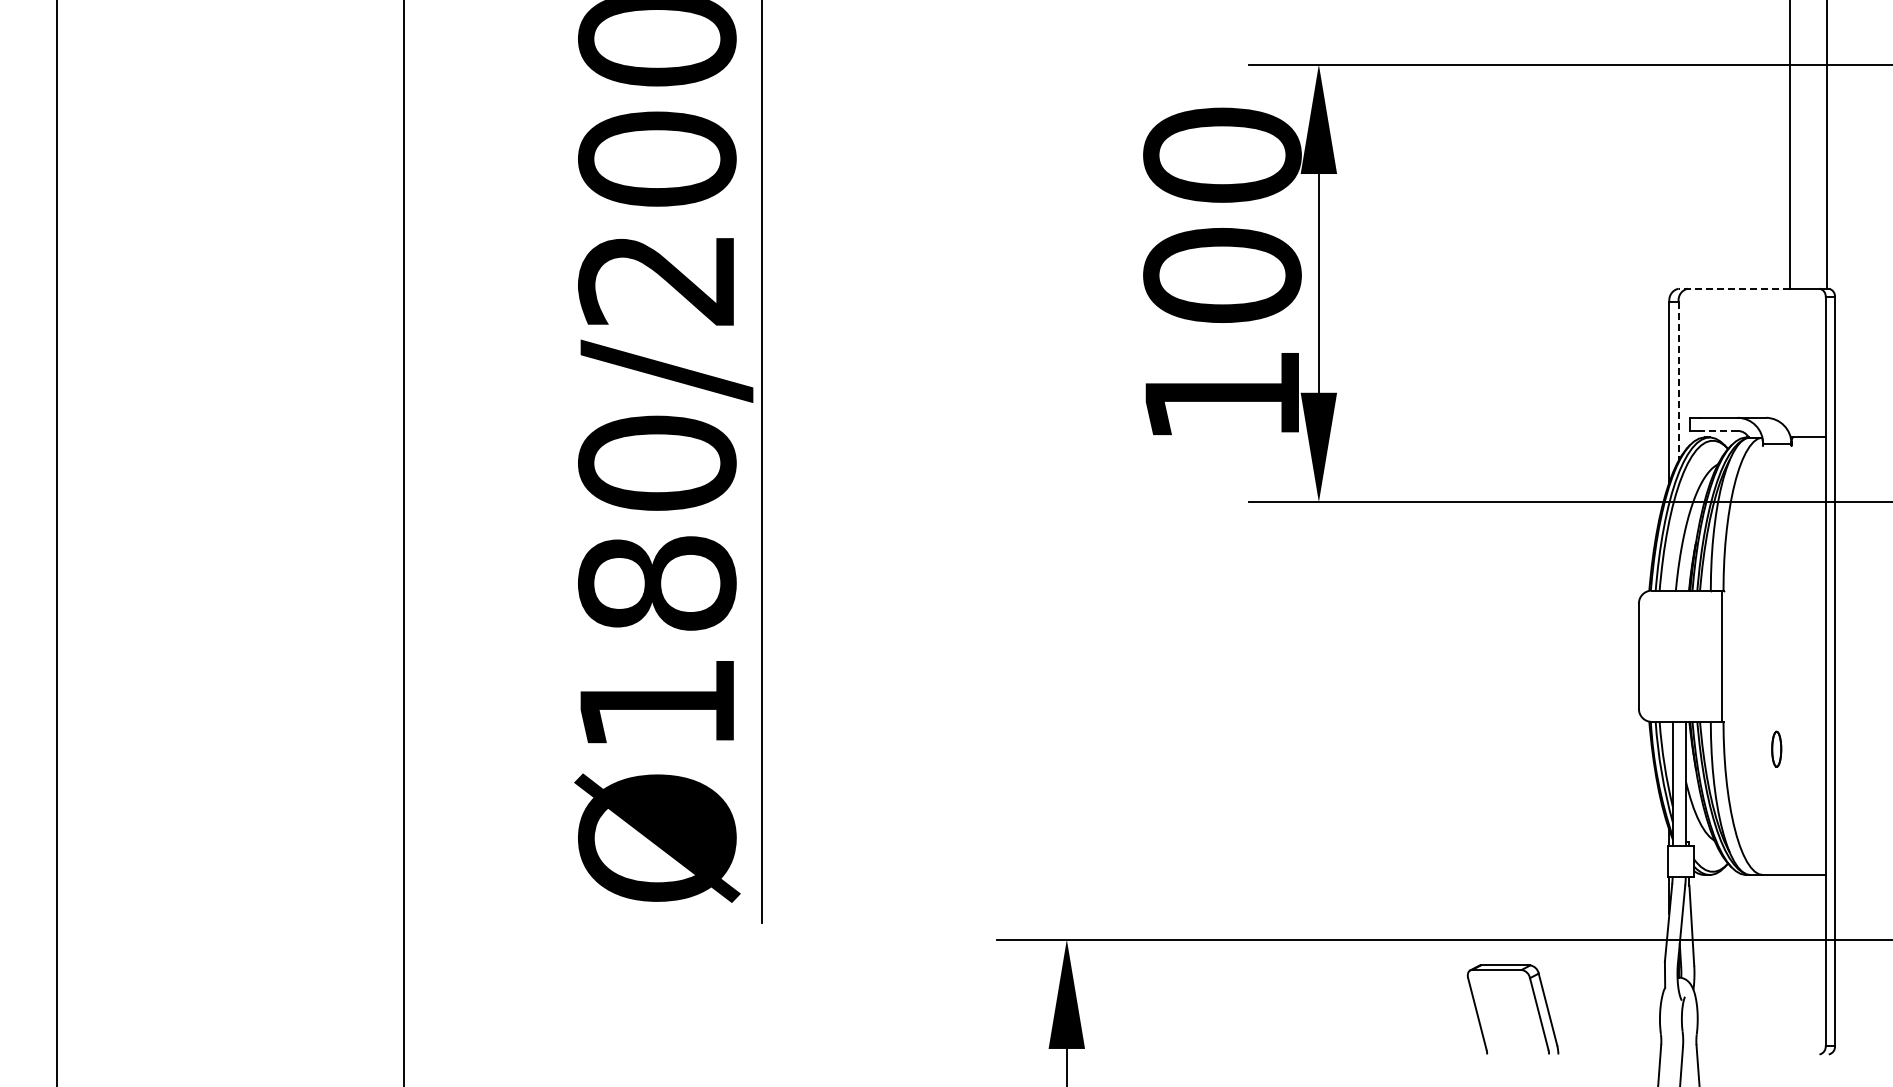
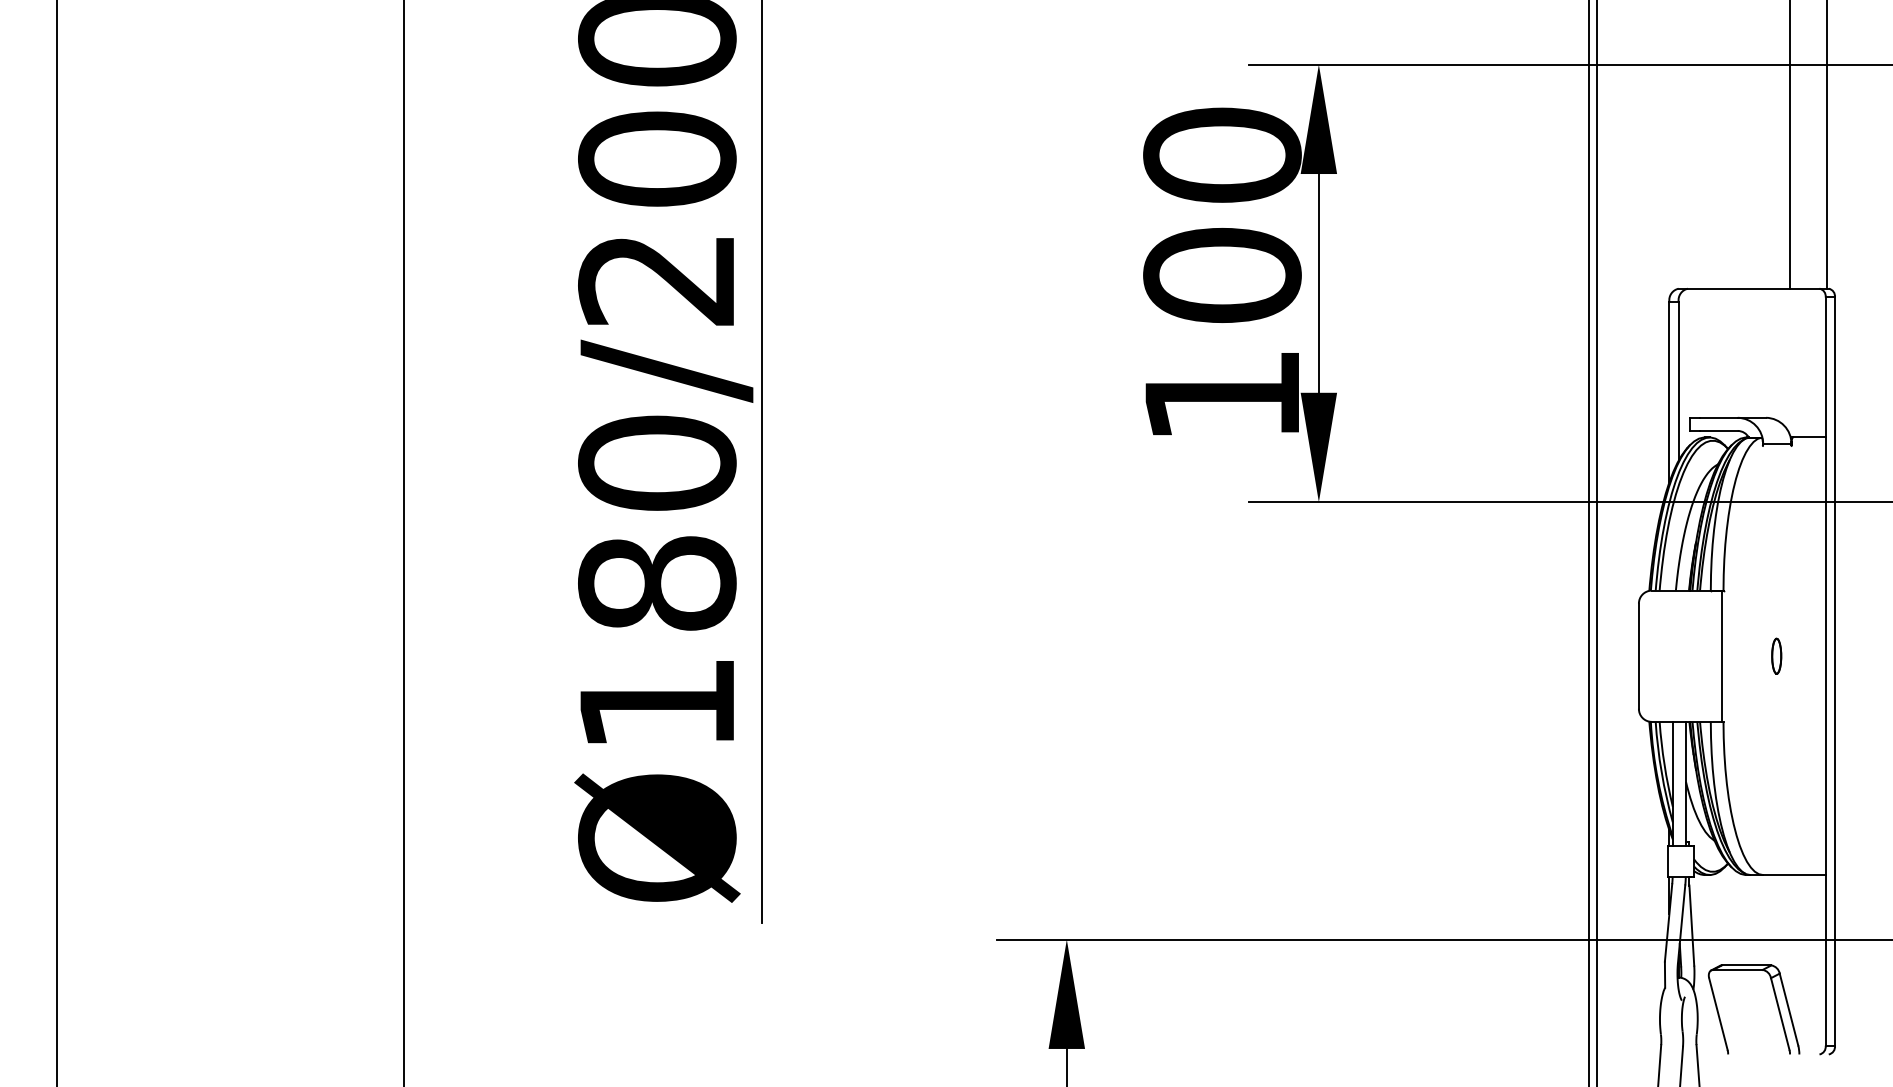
line at (1734, 288): dashed -> solid
line at (1678, 381): dashed -> solid
line at (1718, 430): dashed -> solid
line at (1588, 542): none -> present
line at (1596, 542): none -> present
part at (1776, 748) position: (1776, 748) -> (1776, 655)
part at (1535, 1004) position: (1535, 1004) -> (1776, 1004)
